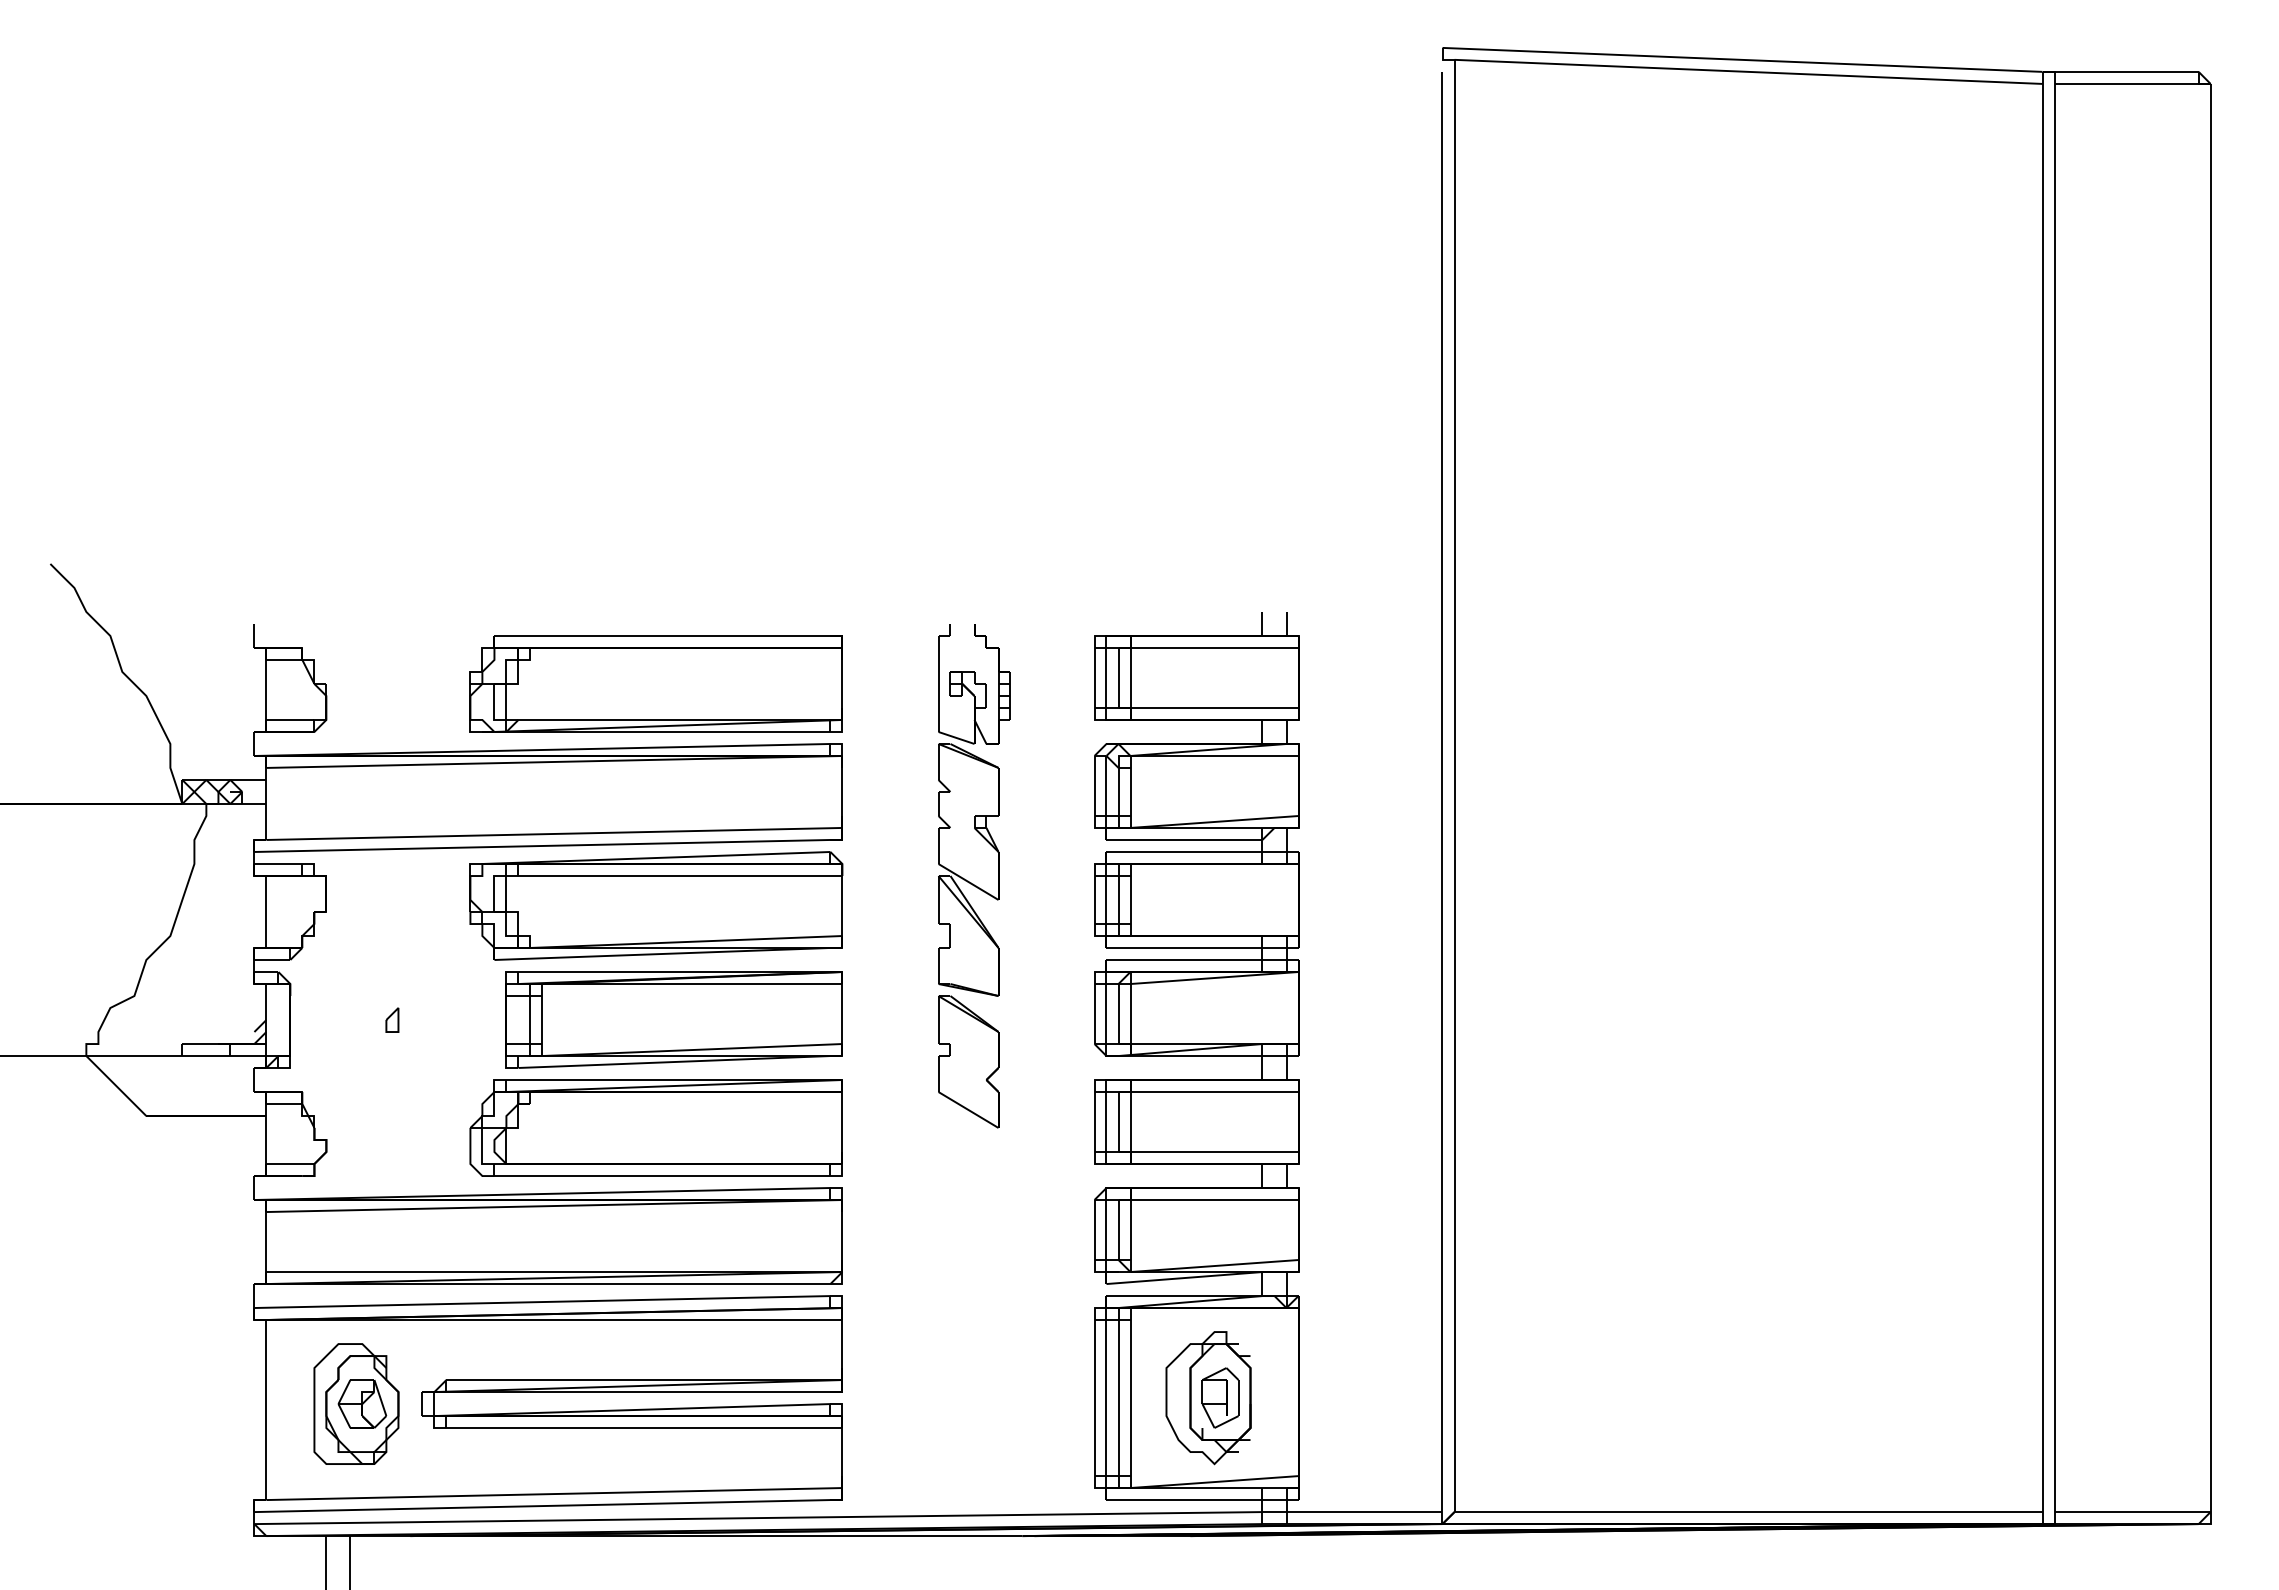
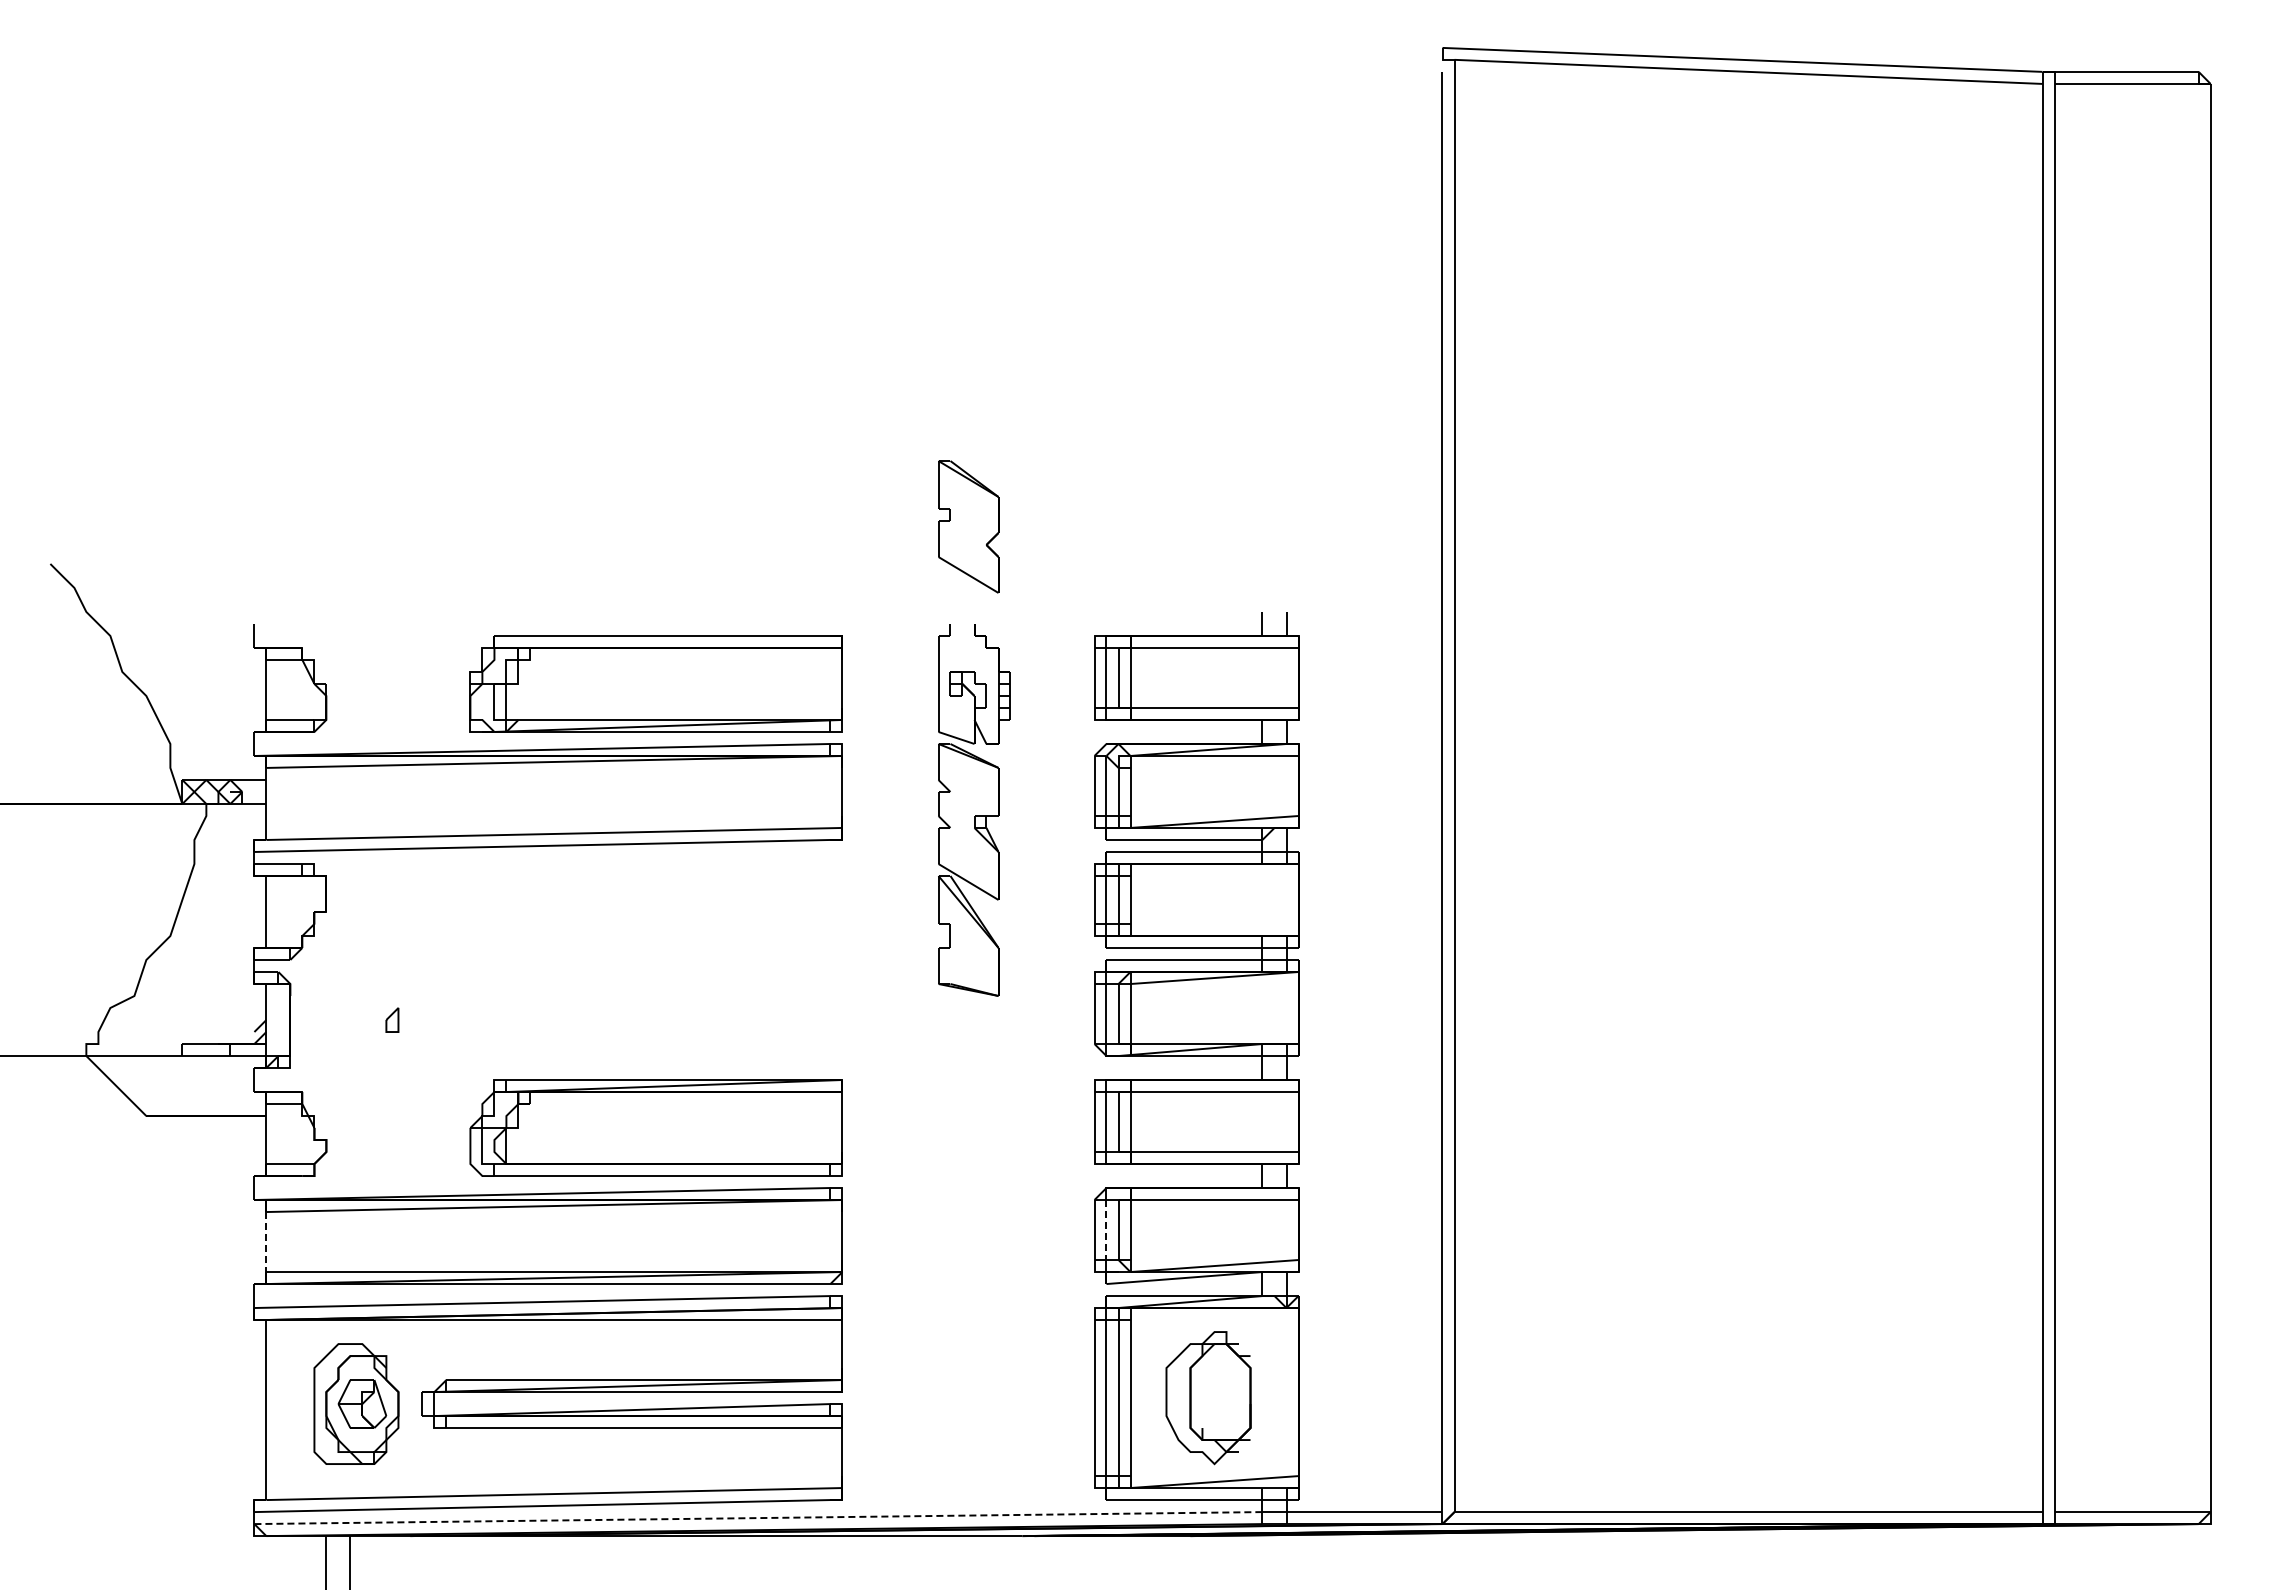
part at (656, 905): present -> none
part at (673, 1019): present -> none
part at (968, 1061) position: (968, 1061) -> (968, 526)
line at (1106, 1230): solid -> dashed
line at (266, 1242): solid -> dashed
part at (1220, 1397): present -> none
line at (758, 1518): solid -> dashed
